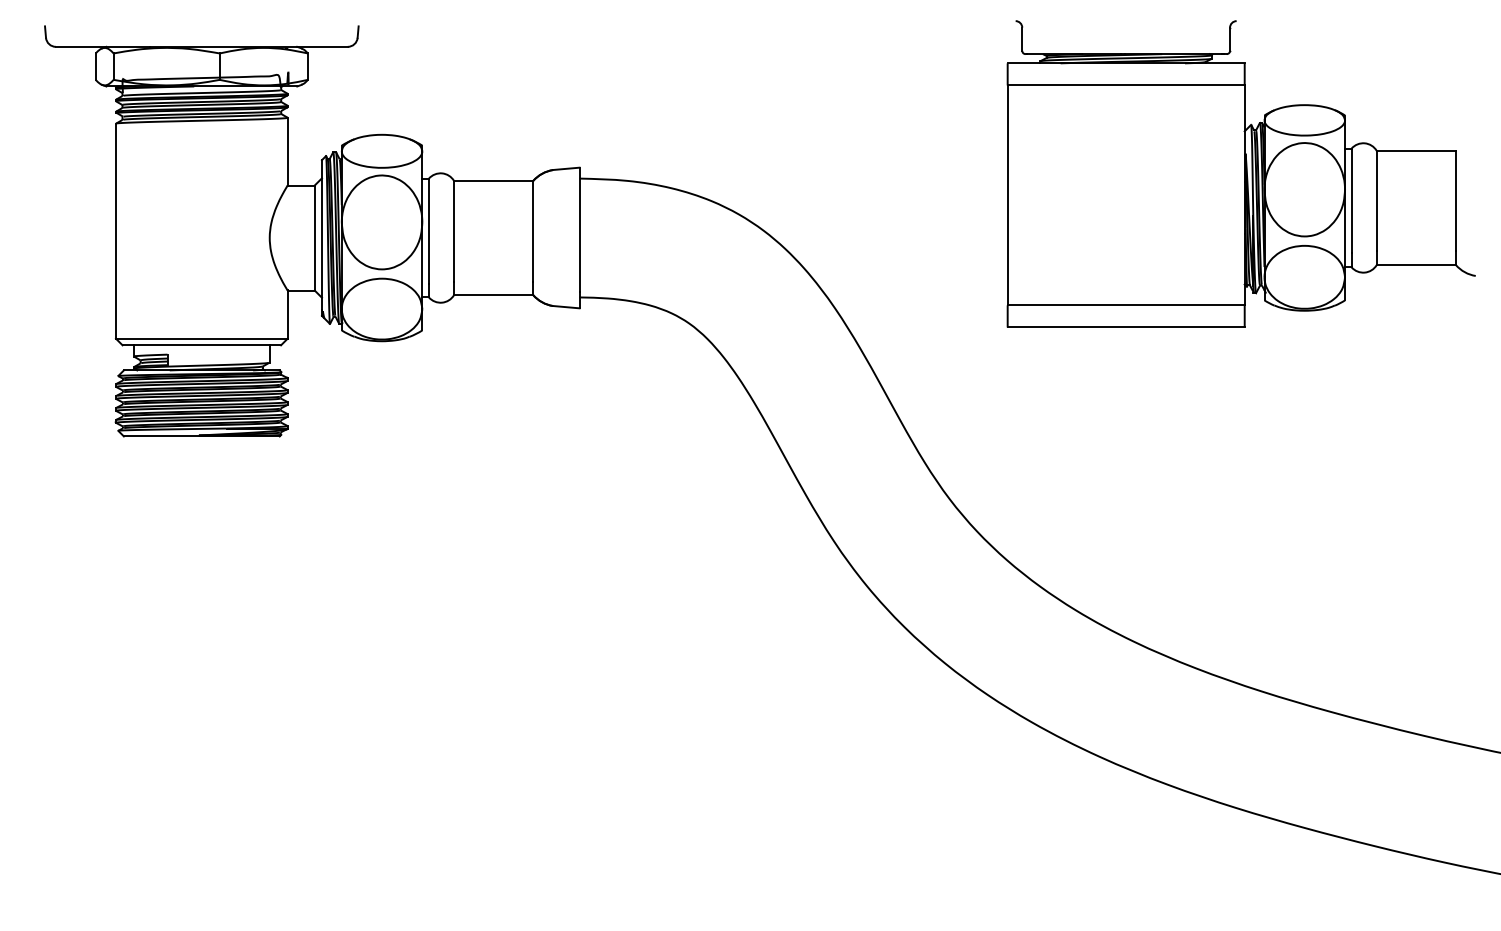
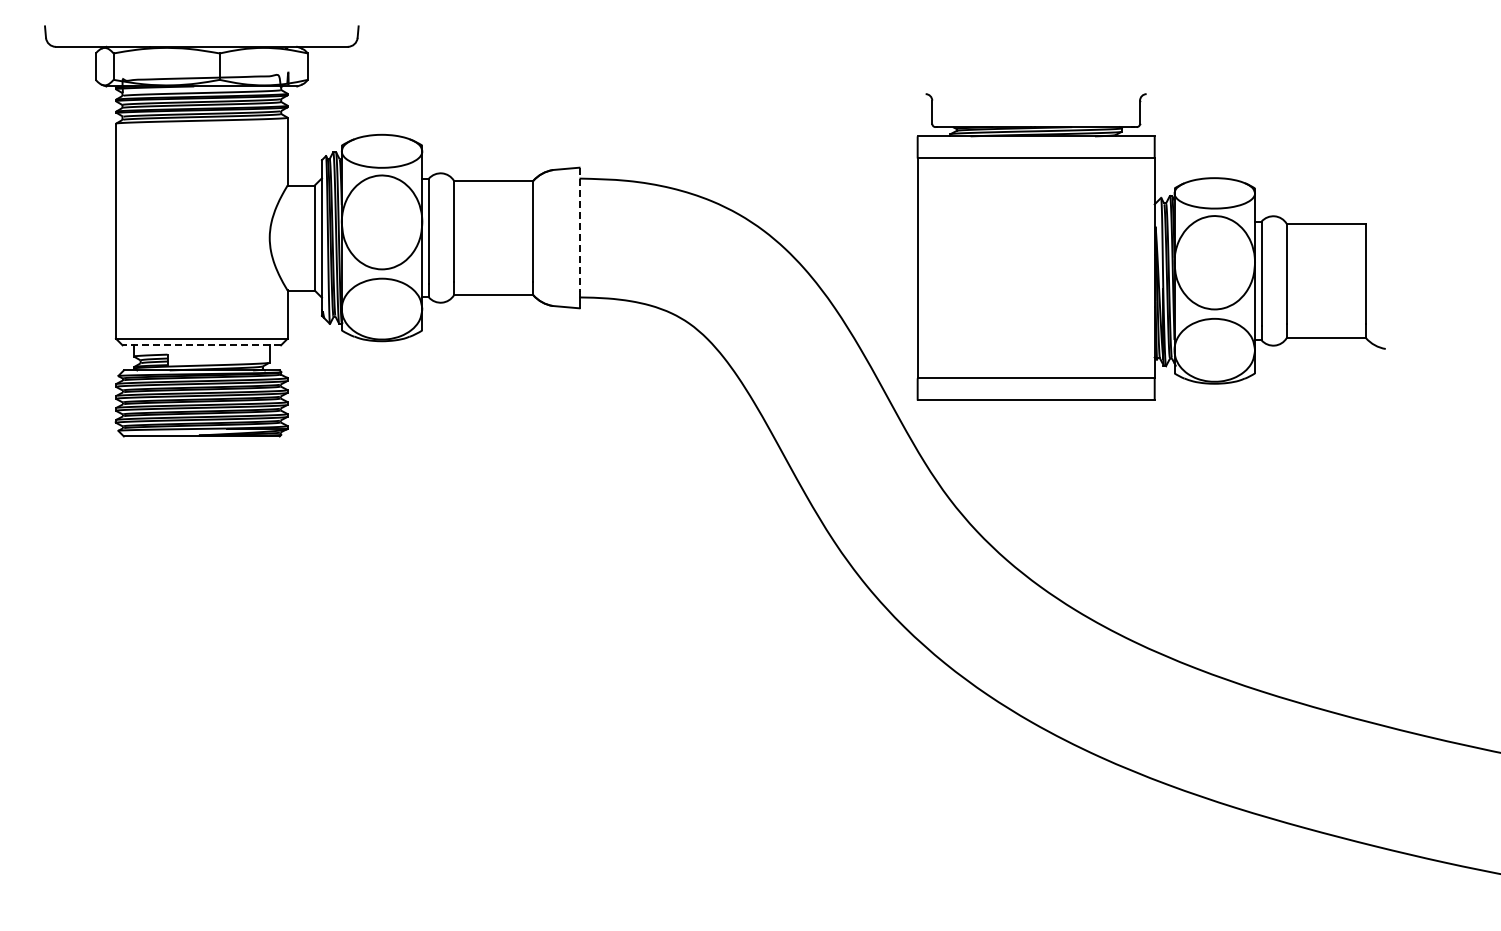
part at (1240, 173) position: (1240, 173) -> (1150, 246)
line at (579, 230): solid -> dashed
line at (201, 345): solid -> dashed
